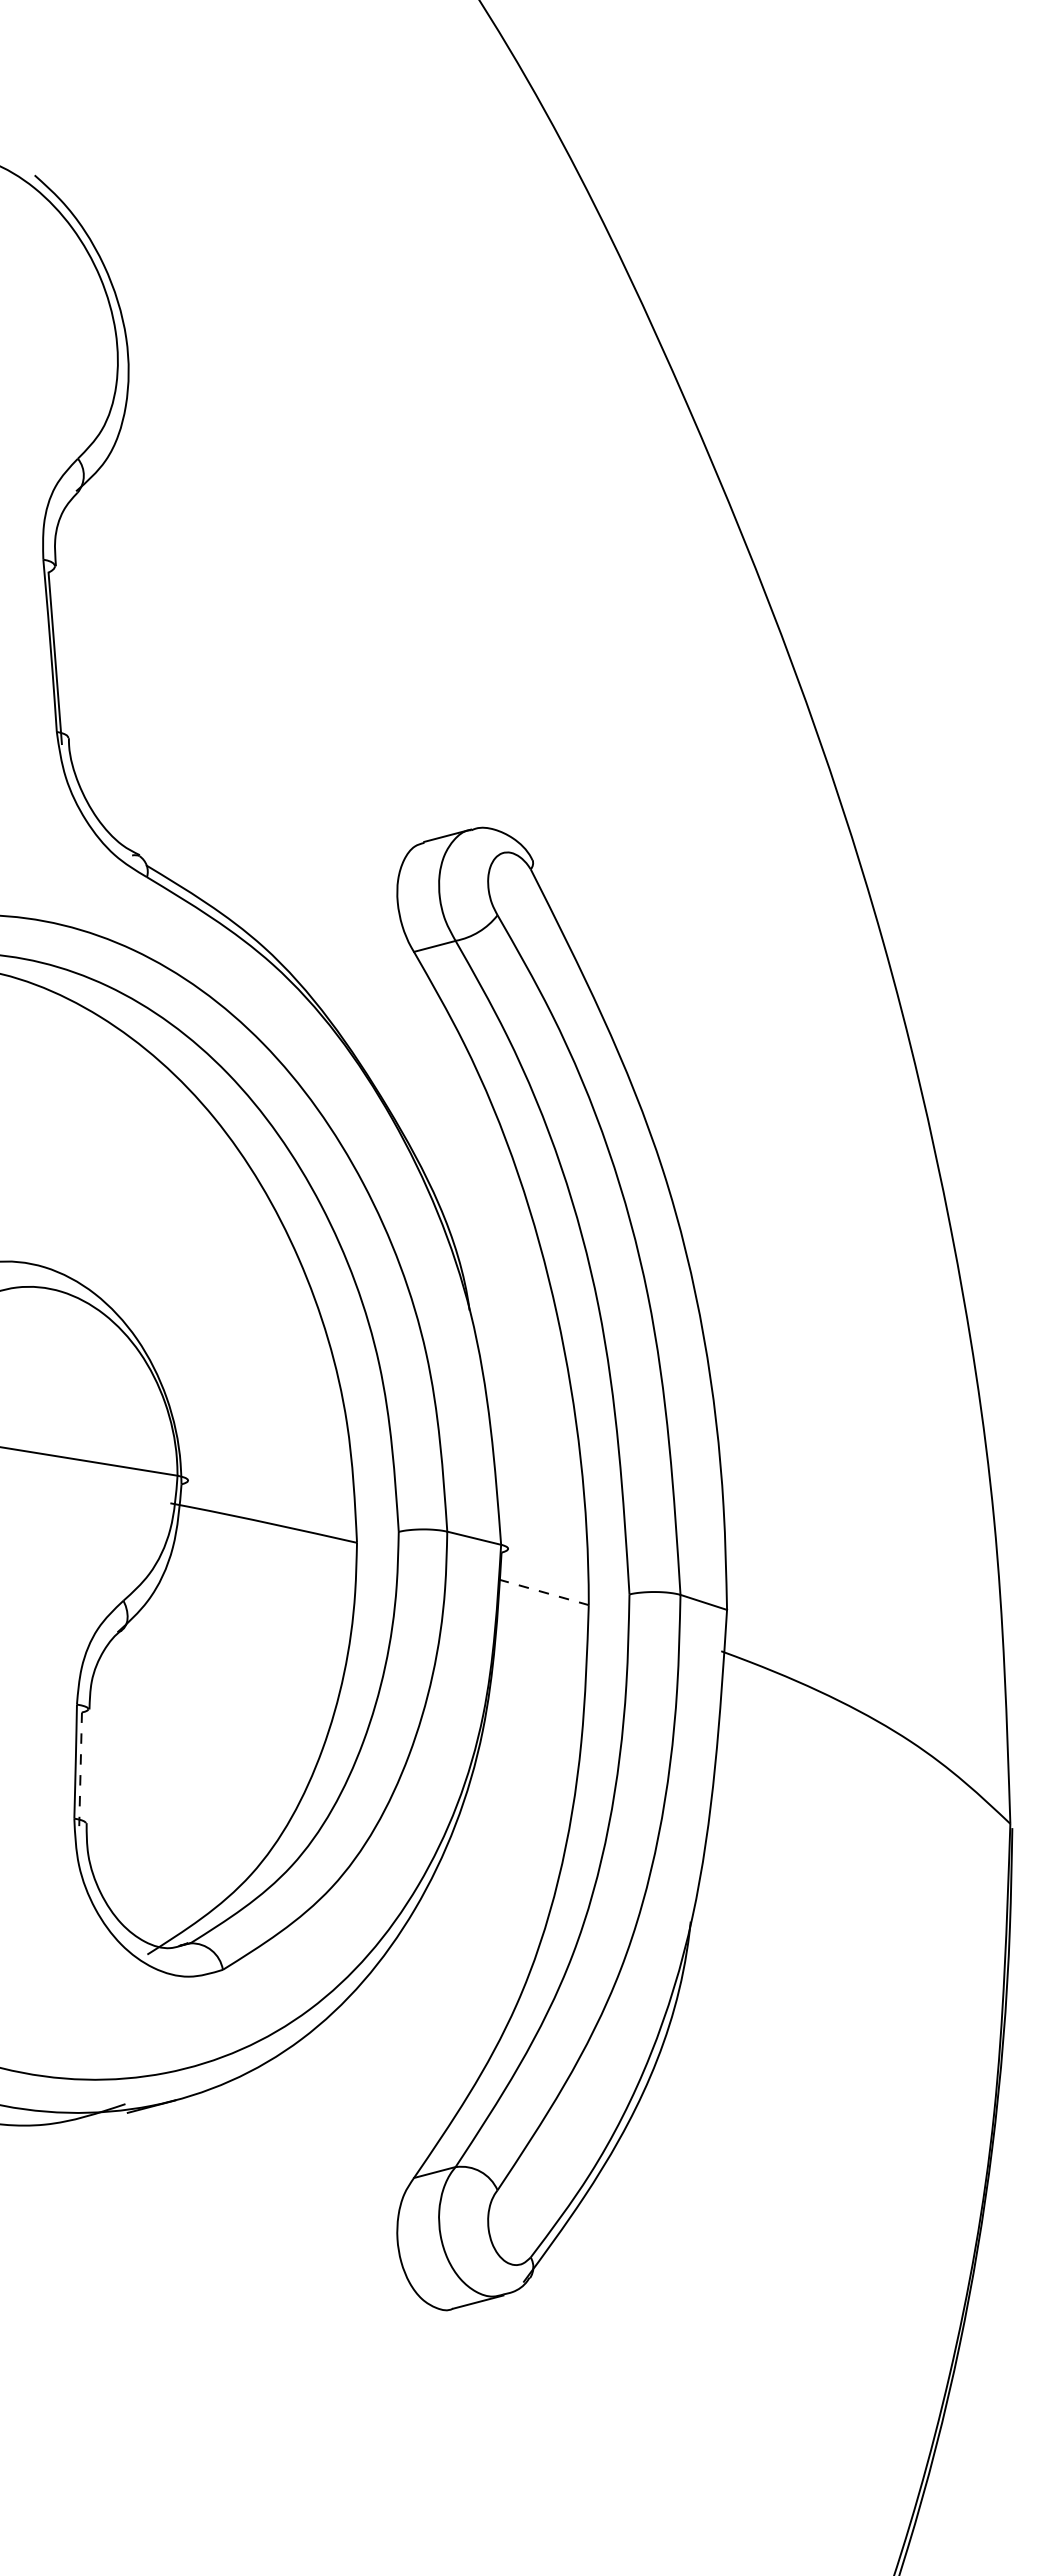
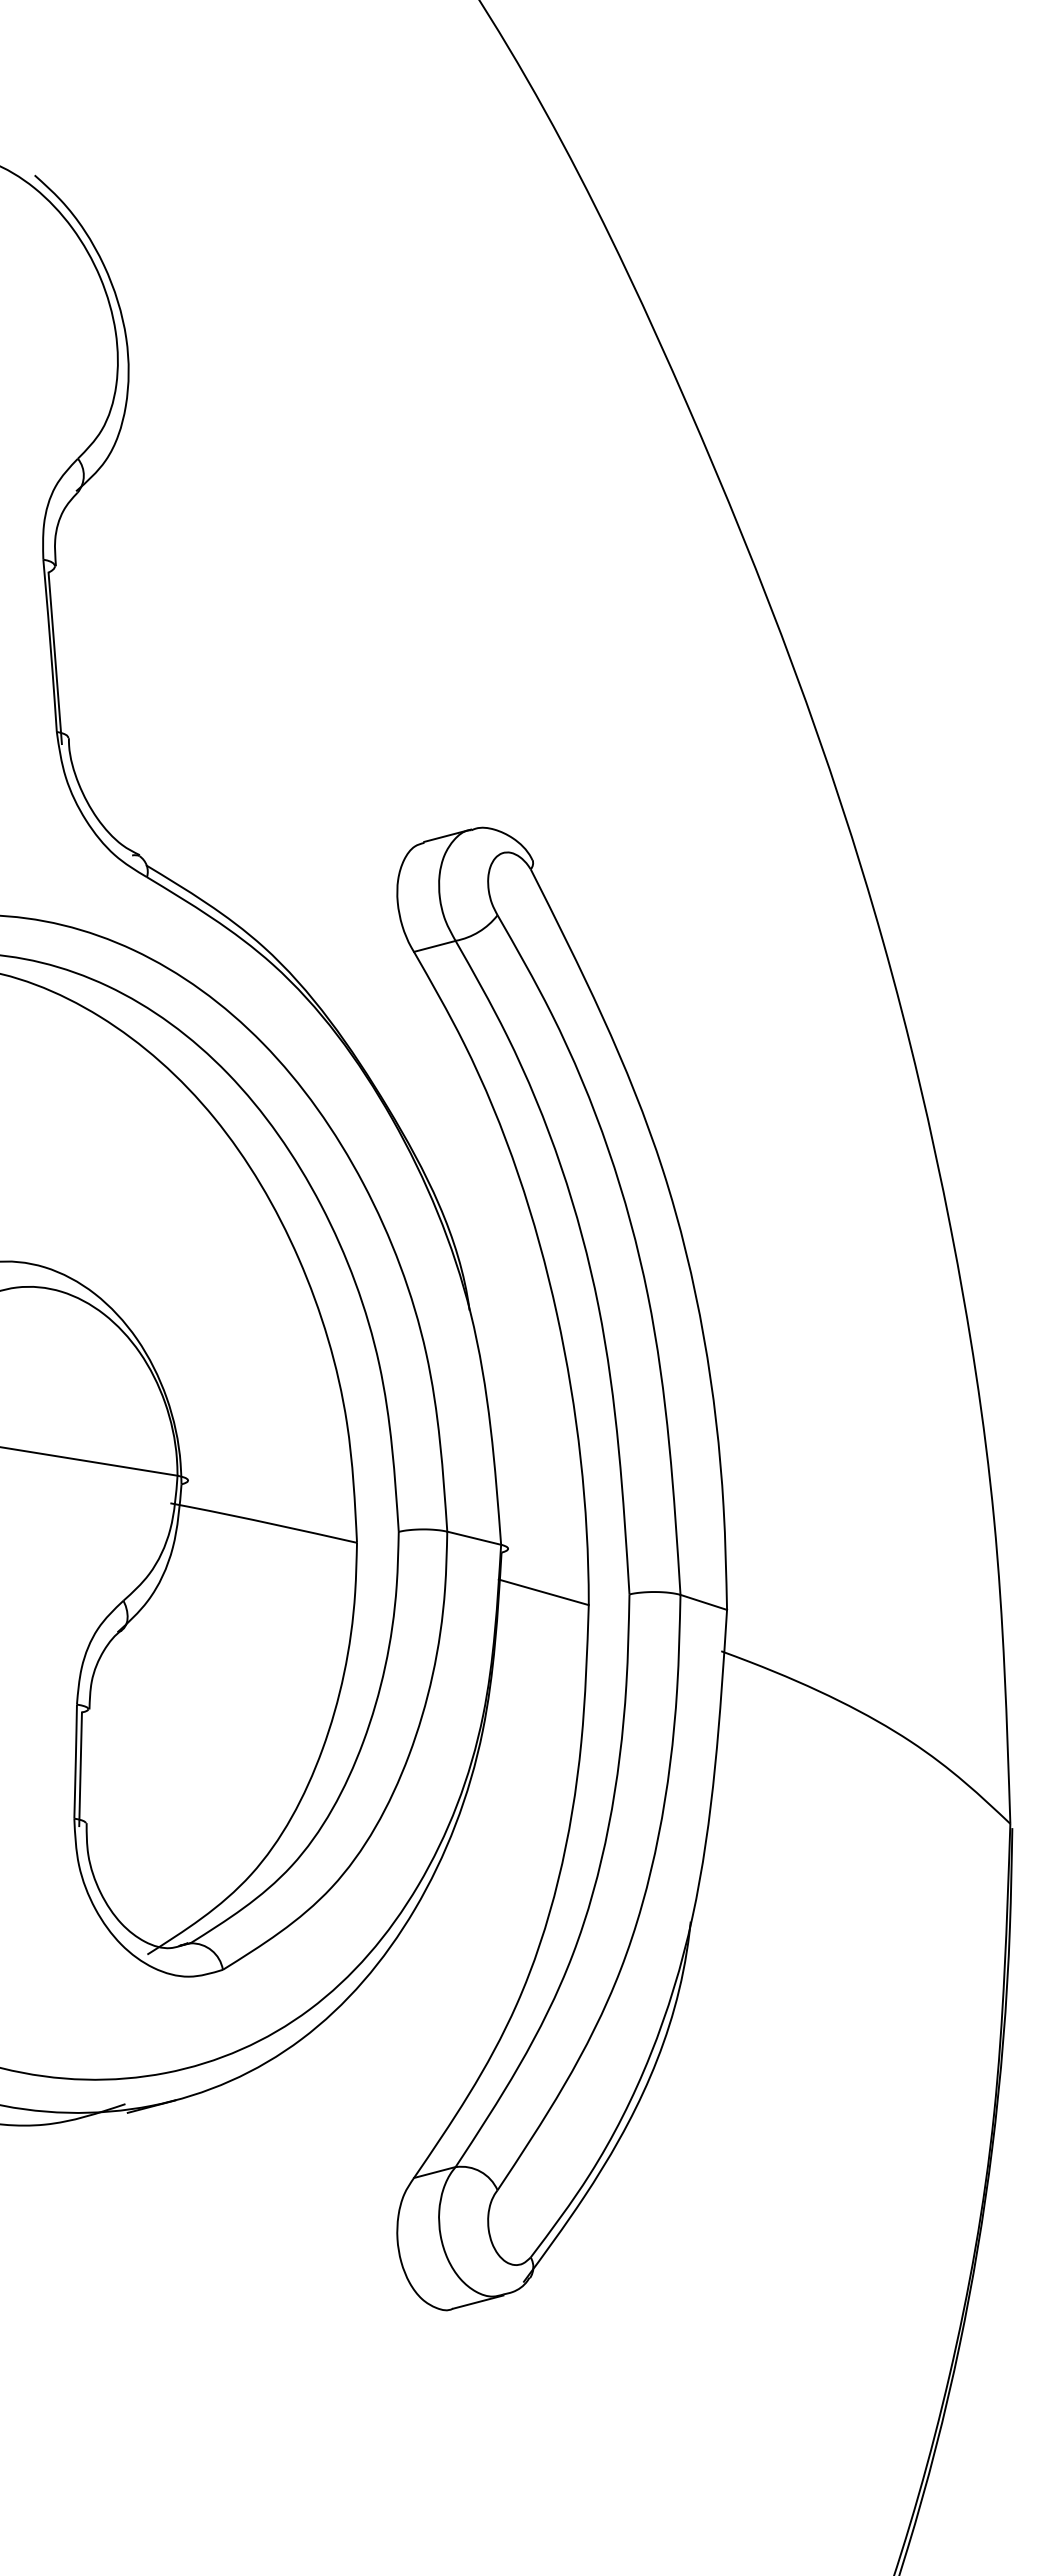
line at (543, 1592): dashed -> solid
line at (80, 1769): dashed -> solid
